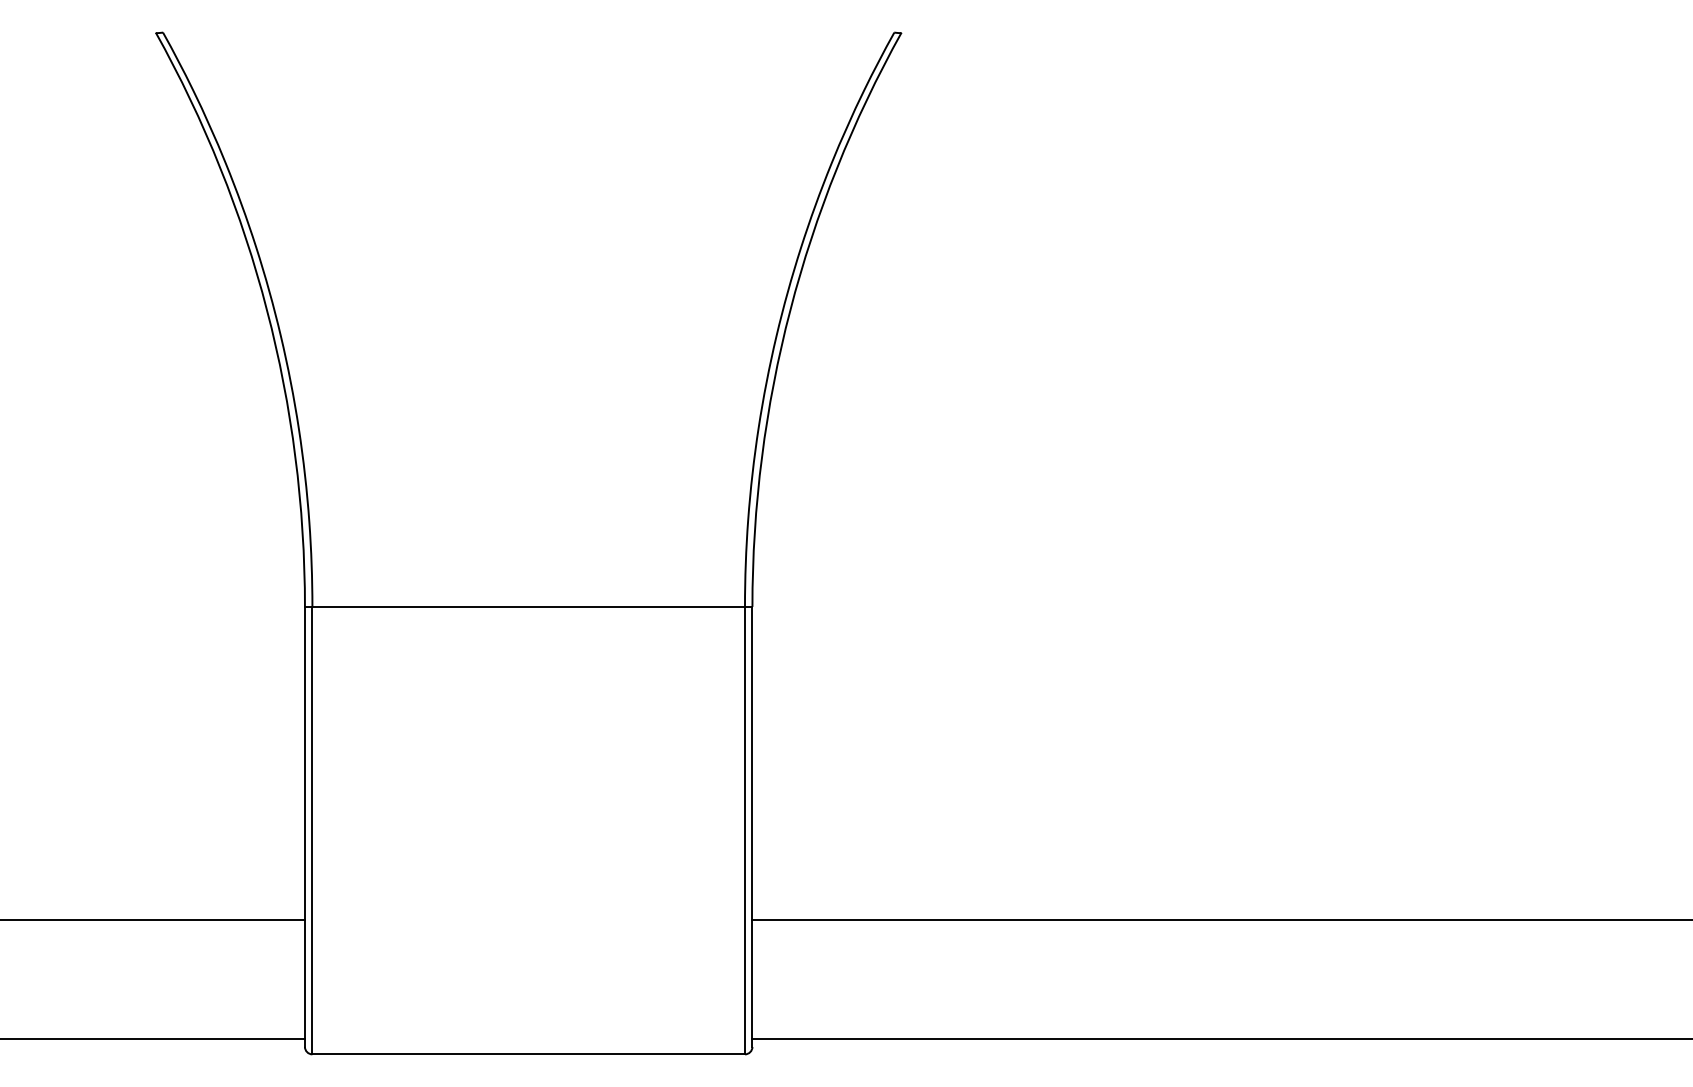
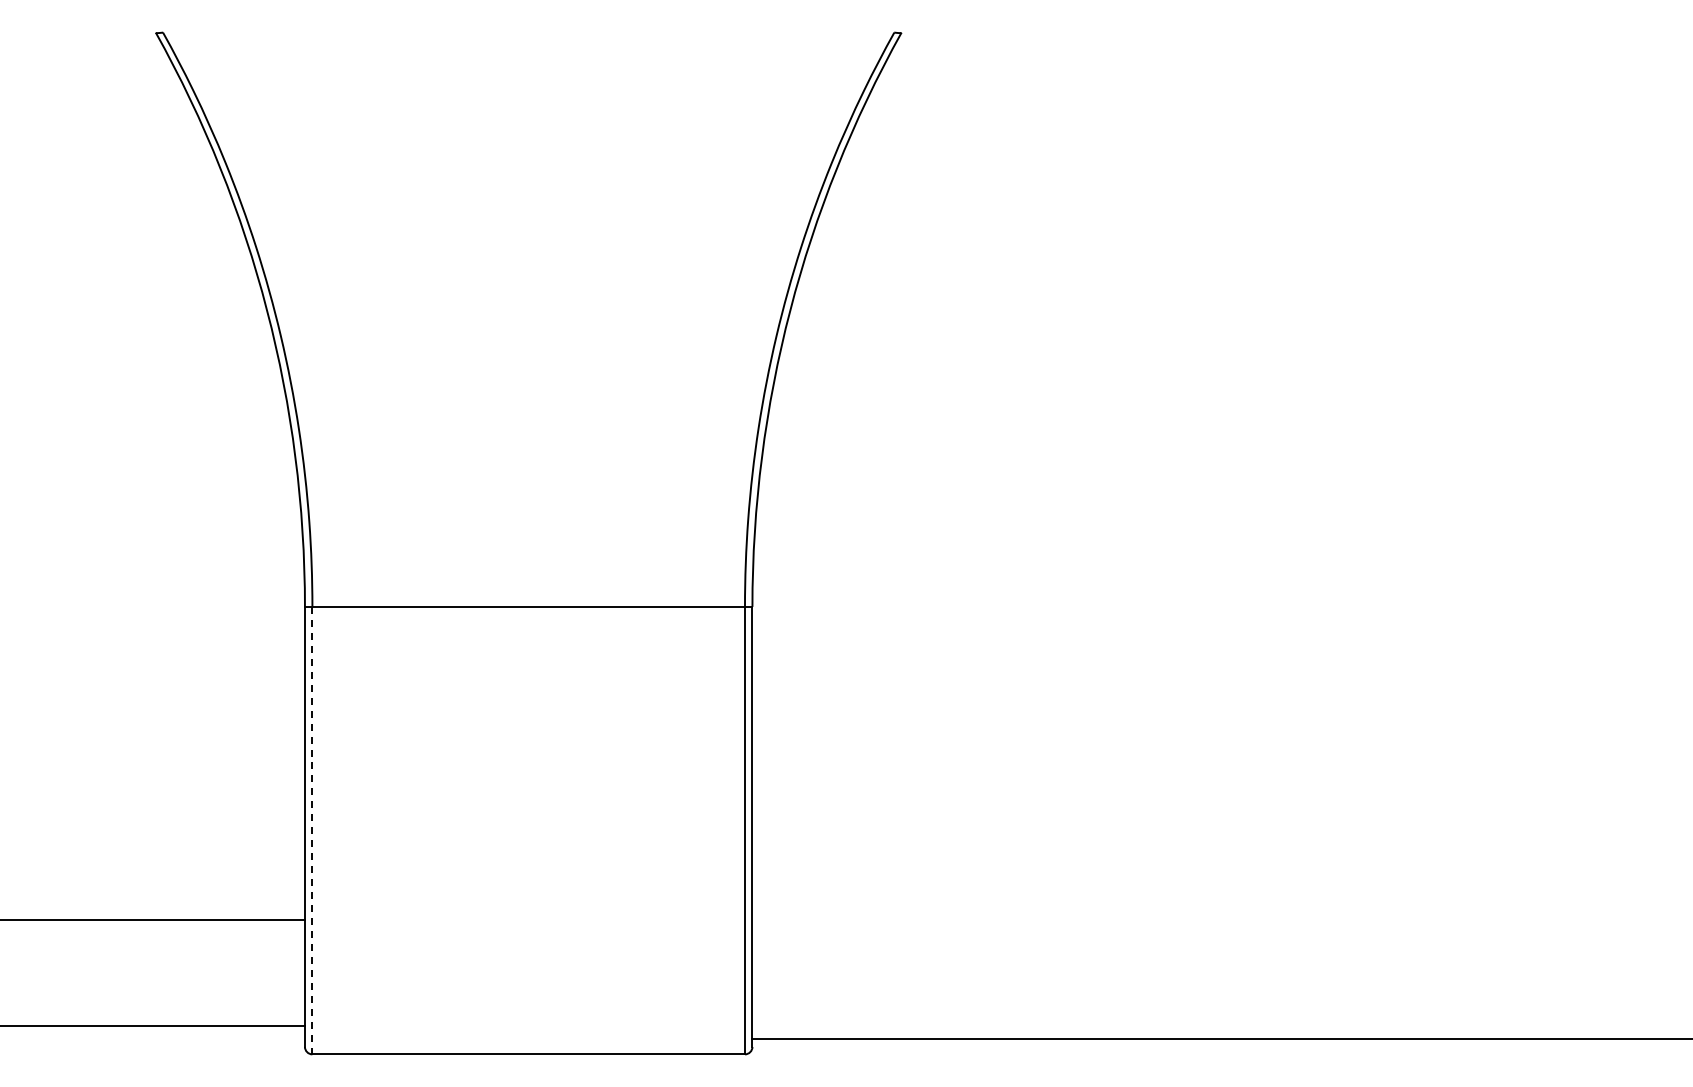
line at (312, 830): solid -> dashed
line at (1220, 920): present -> none
line at (153, 1039) position: (153, 1039) -> (153, 1026)
